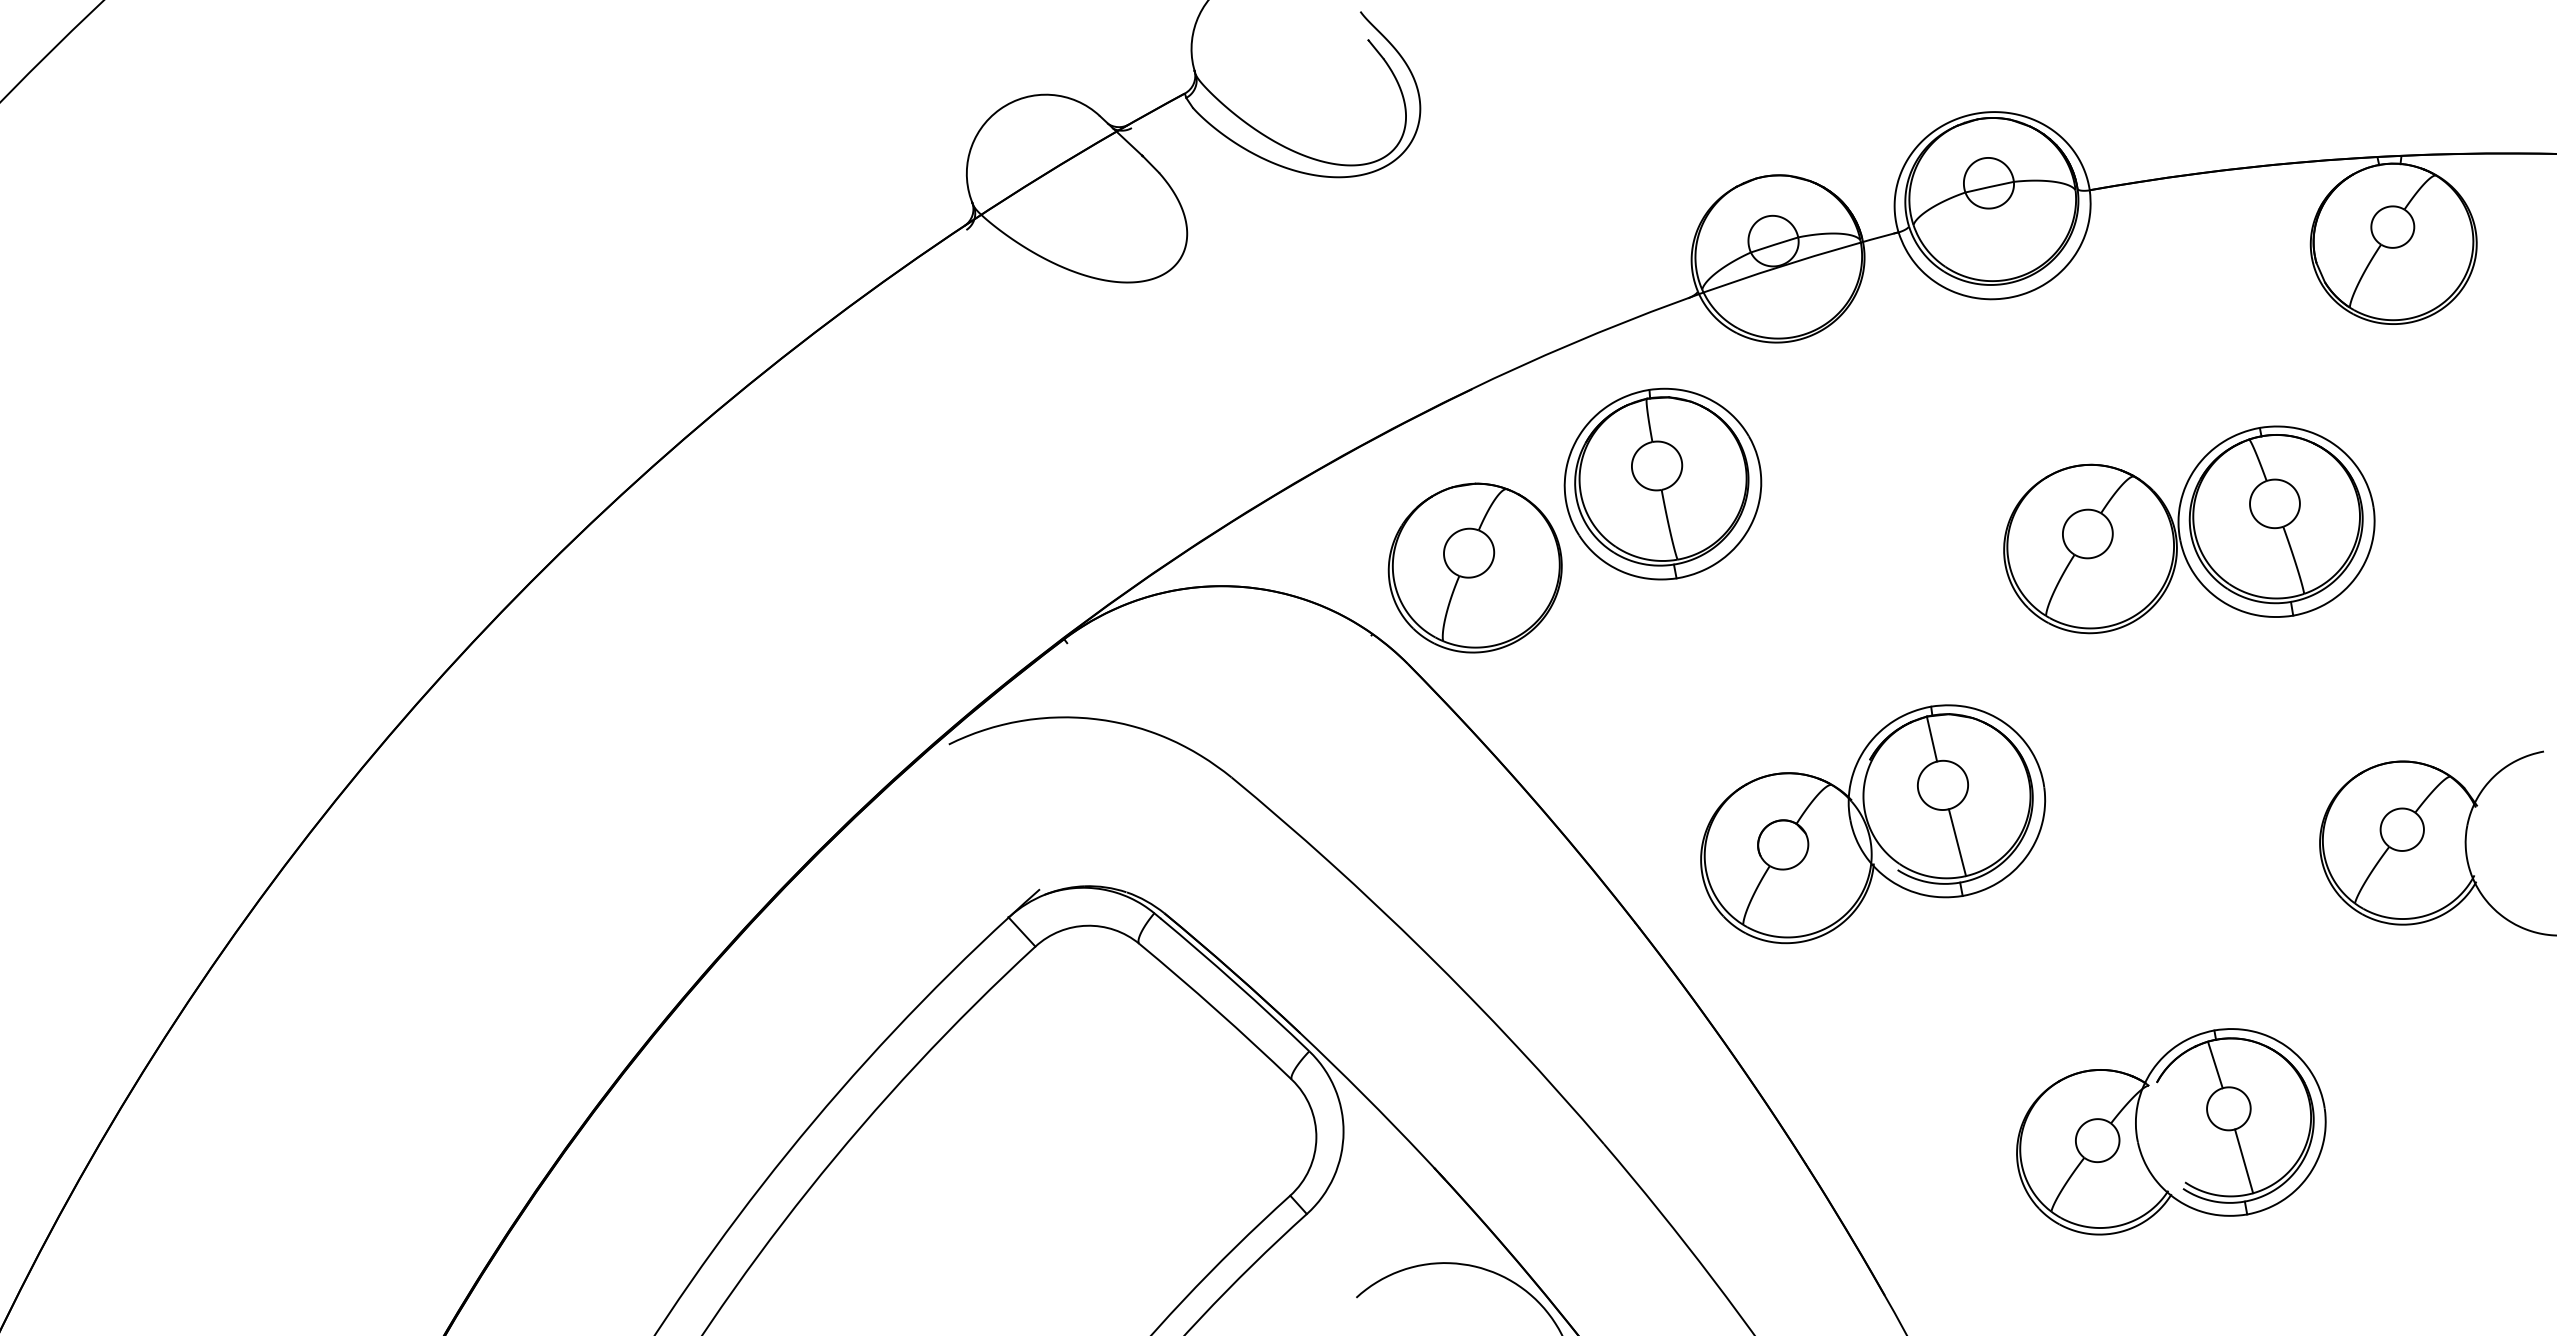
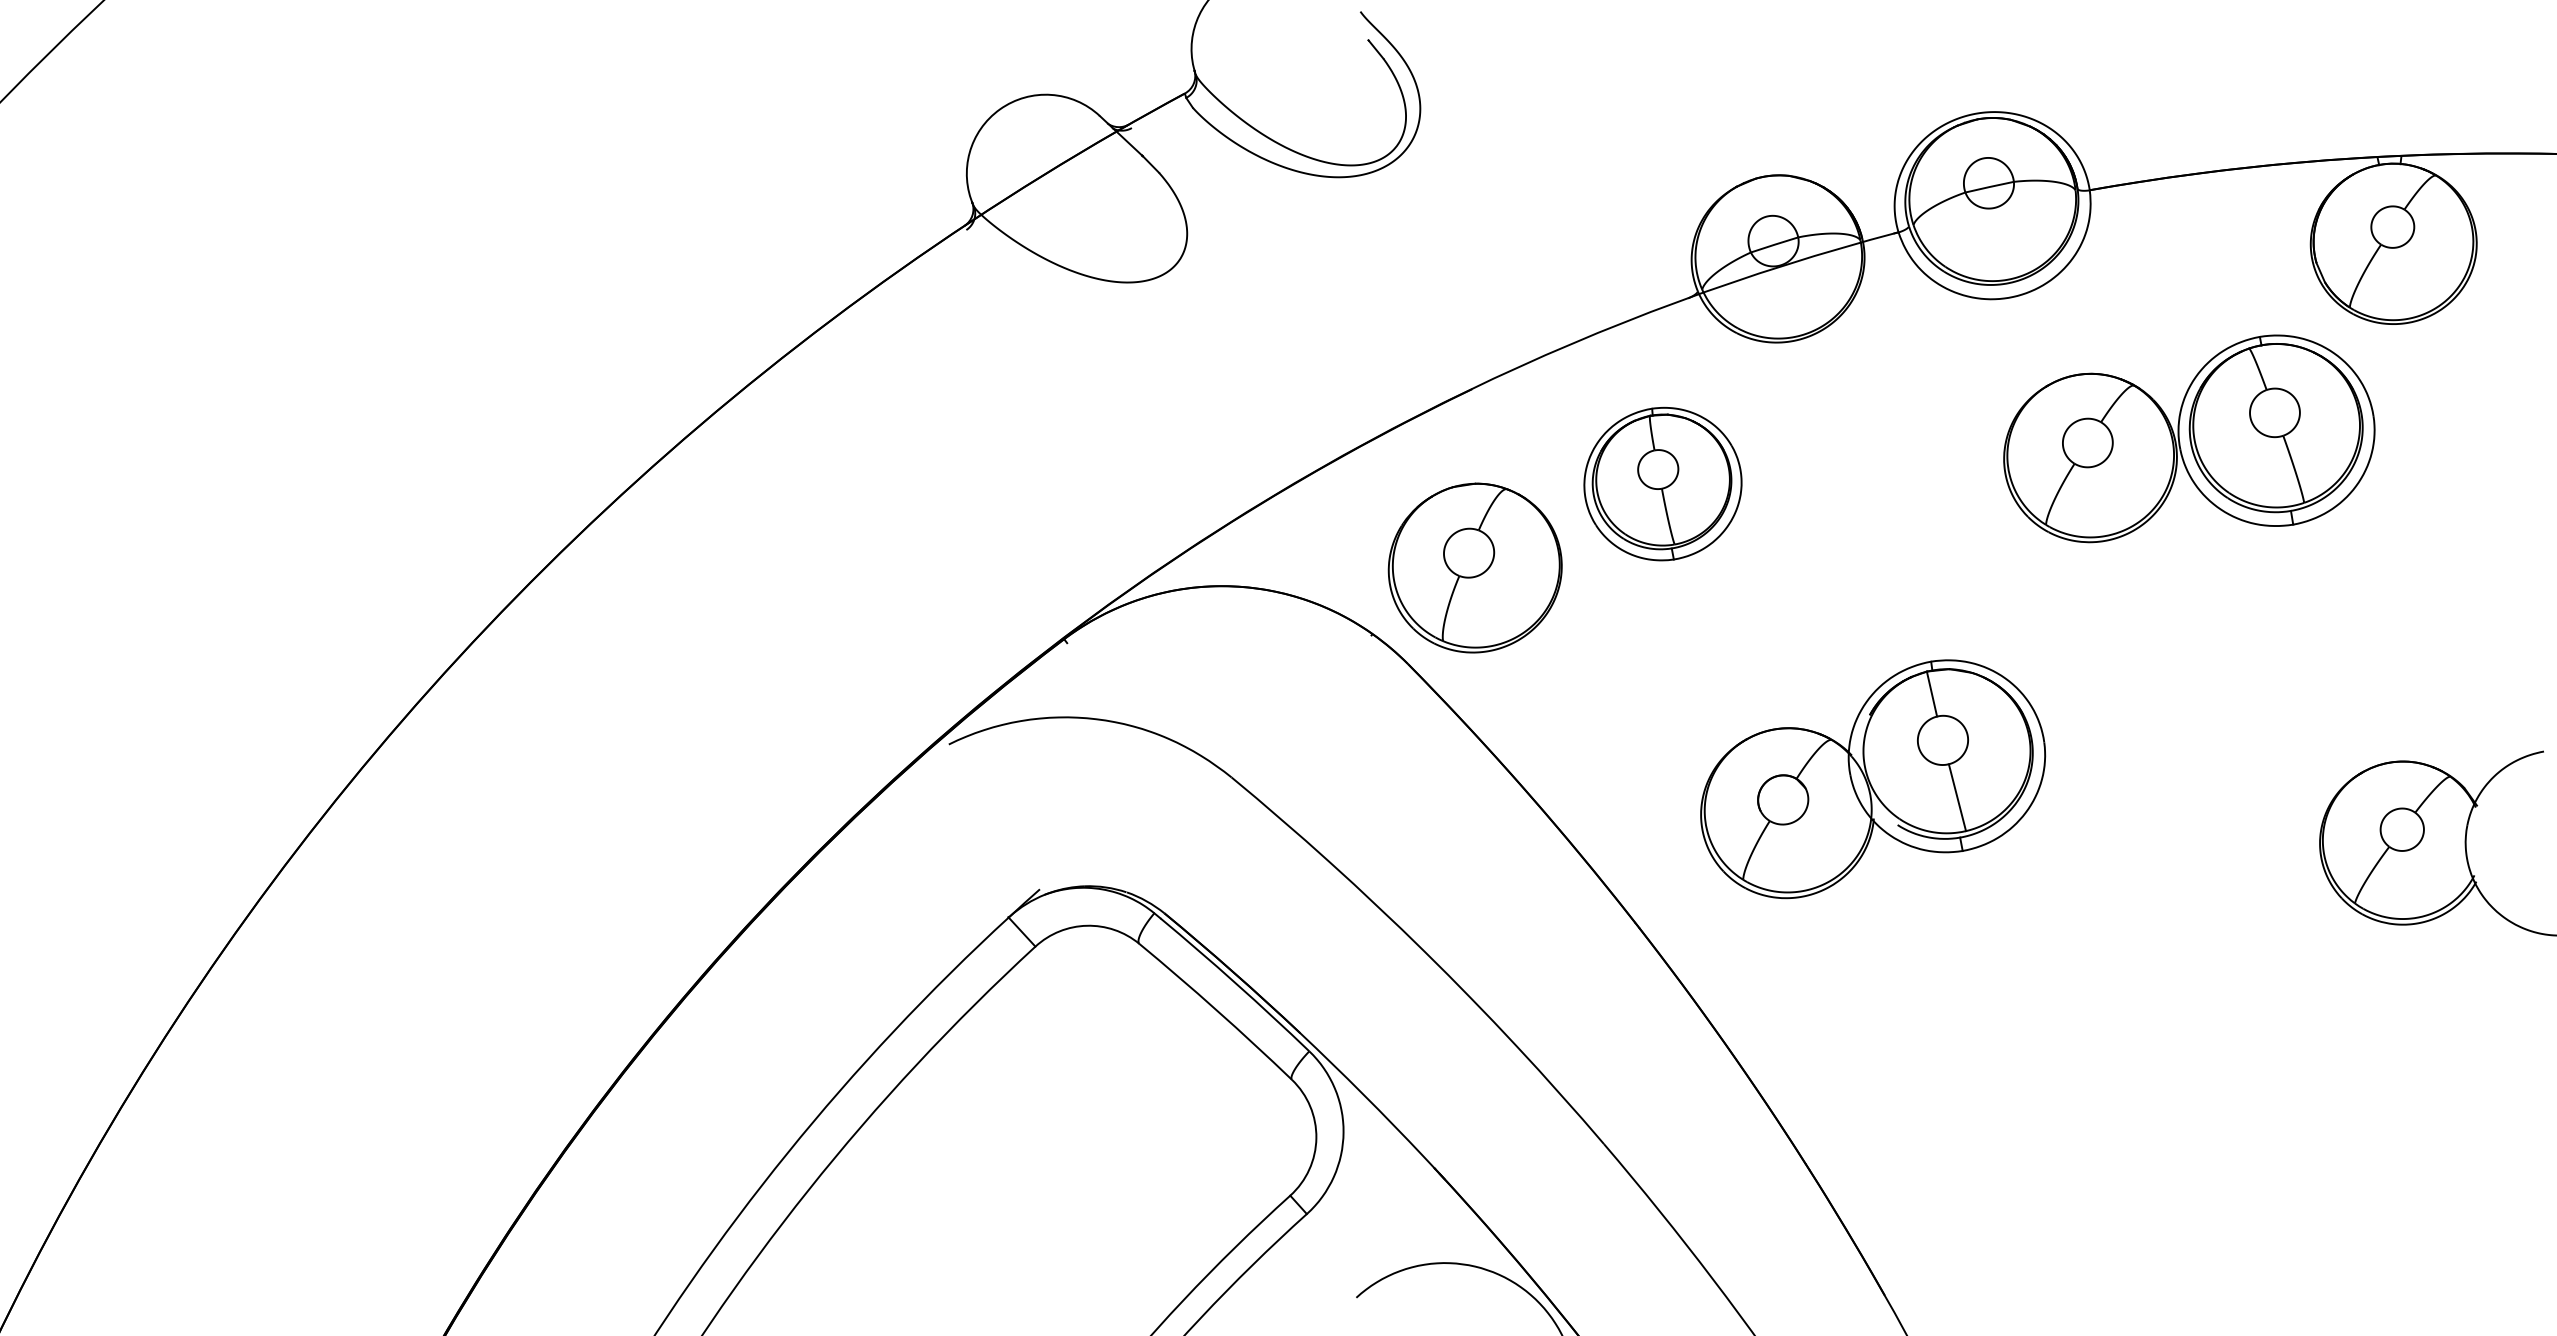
part at (1662, 483) size: 200x194 px -> 160x156 px
part at (2189, 529) position: (2189, 529) -> (2189, 438)
part at (1873, 824) position: (1873, 824) -> (1873, 779)
part at (2171, 1131): present -> none
